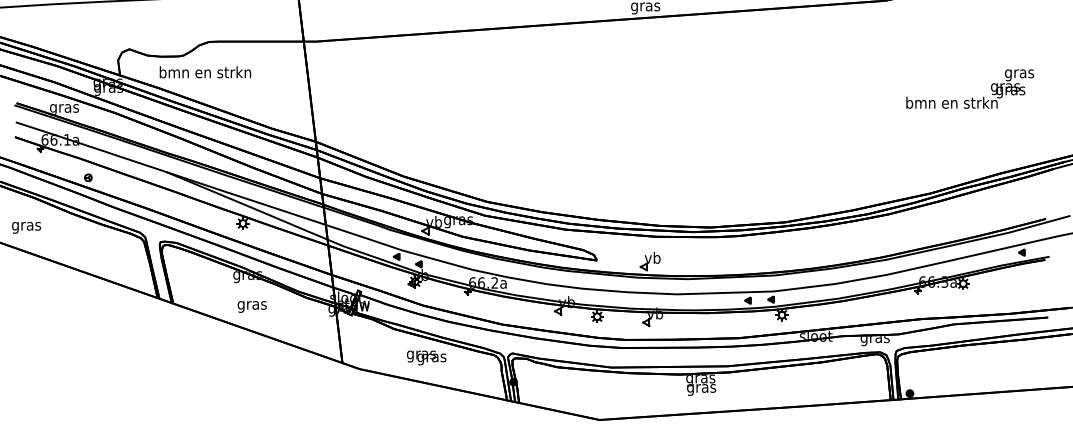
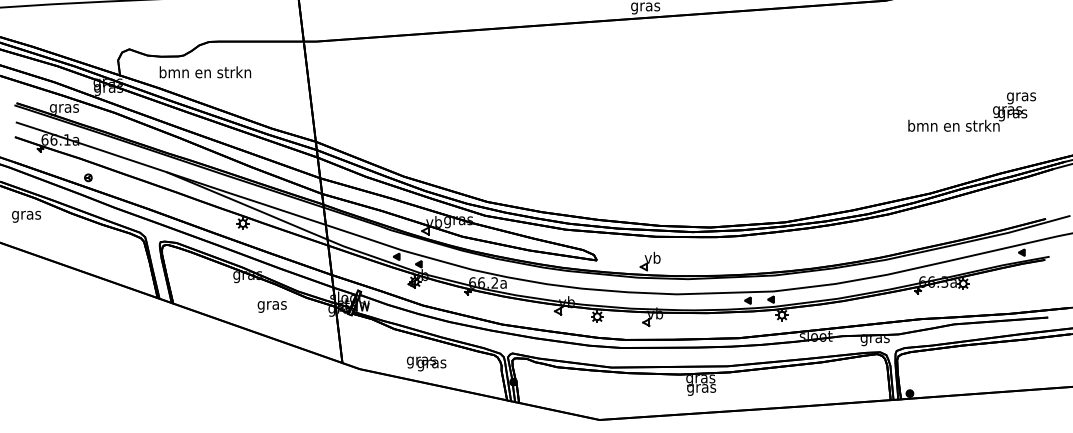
text at (969, 88) position: (969, 88) -> (971, 111)
text at (26, 227) position: (26, 227) -> (26, 216)
text at (251, 306) position: (251, 306) -> (271, 306)
text at (426, 357) position: (426, 357) -> (426, 363)
